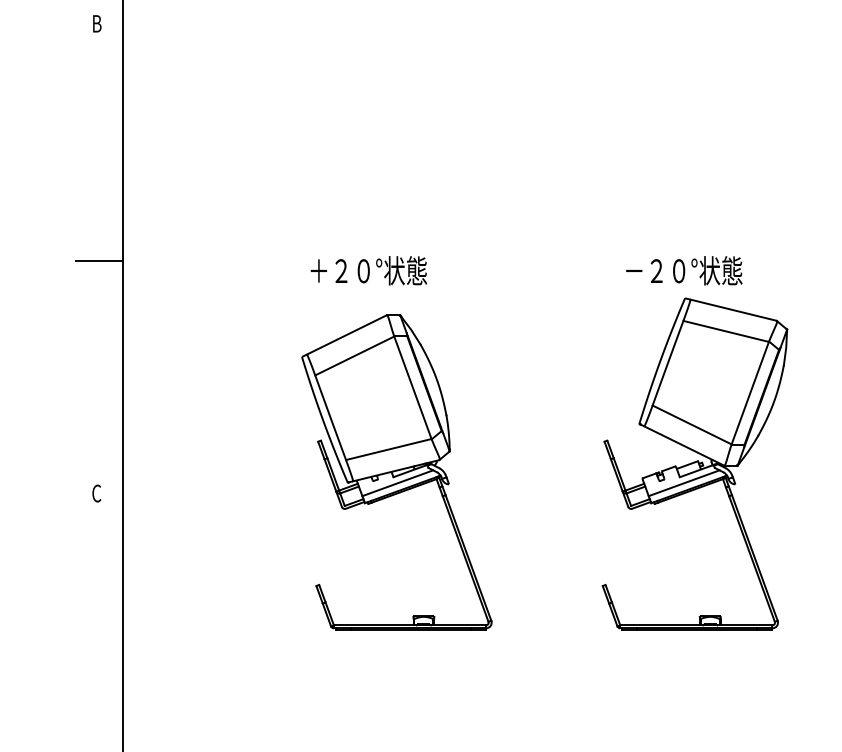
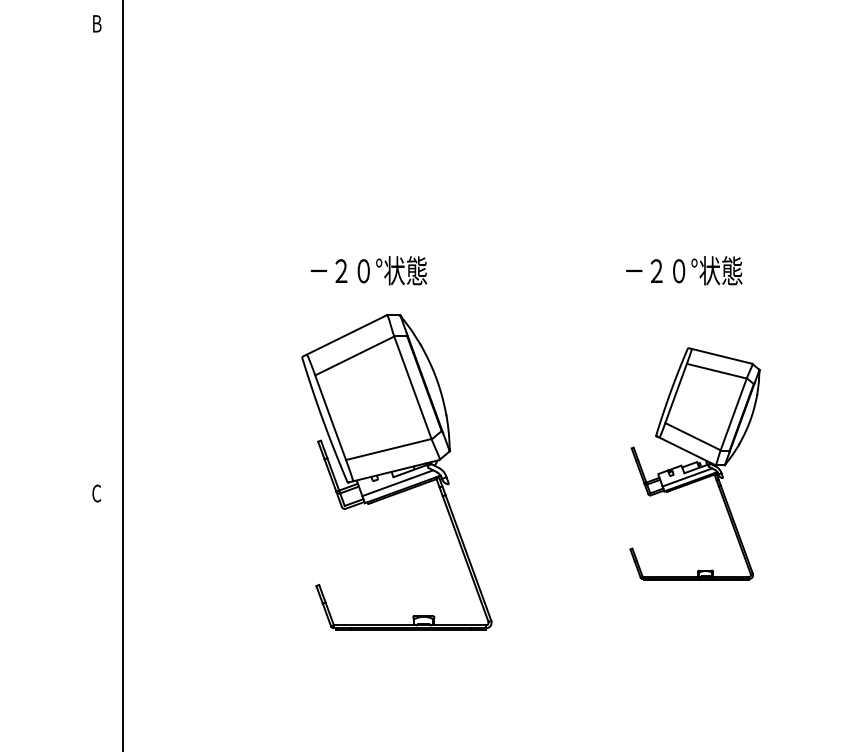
line at (98, 261): present -> none
text at (318, 270): ＋２０°状態 -> －２０°状態
part at (694, 463) size: 188x334 px -> 132x234 px
